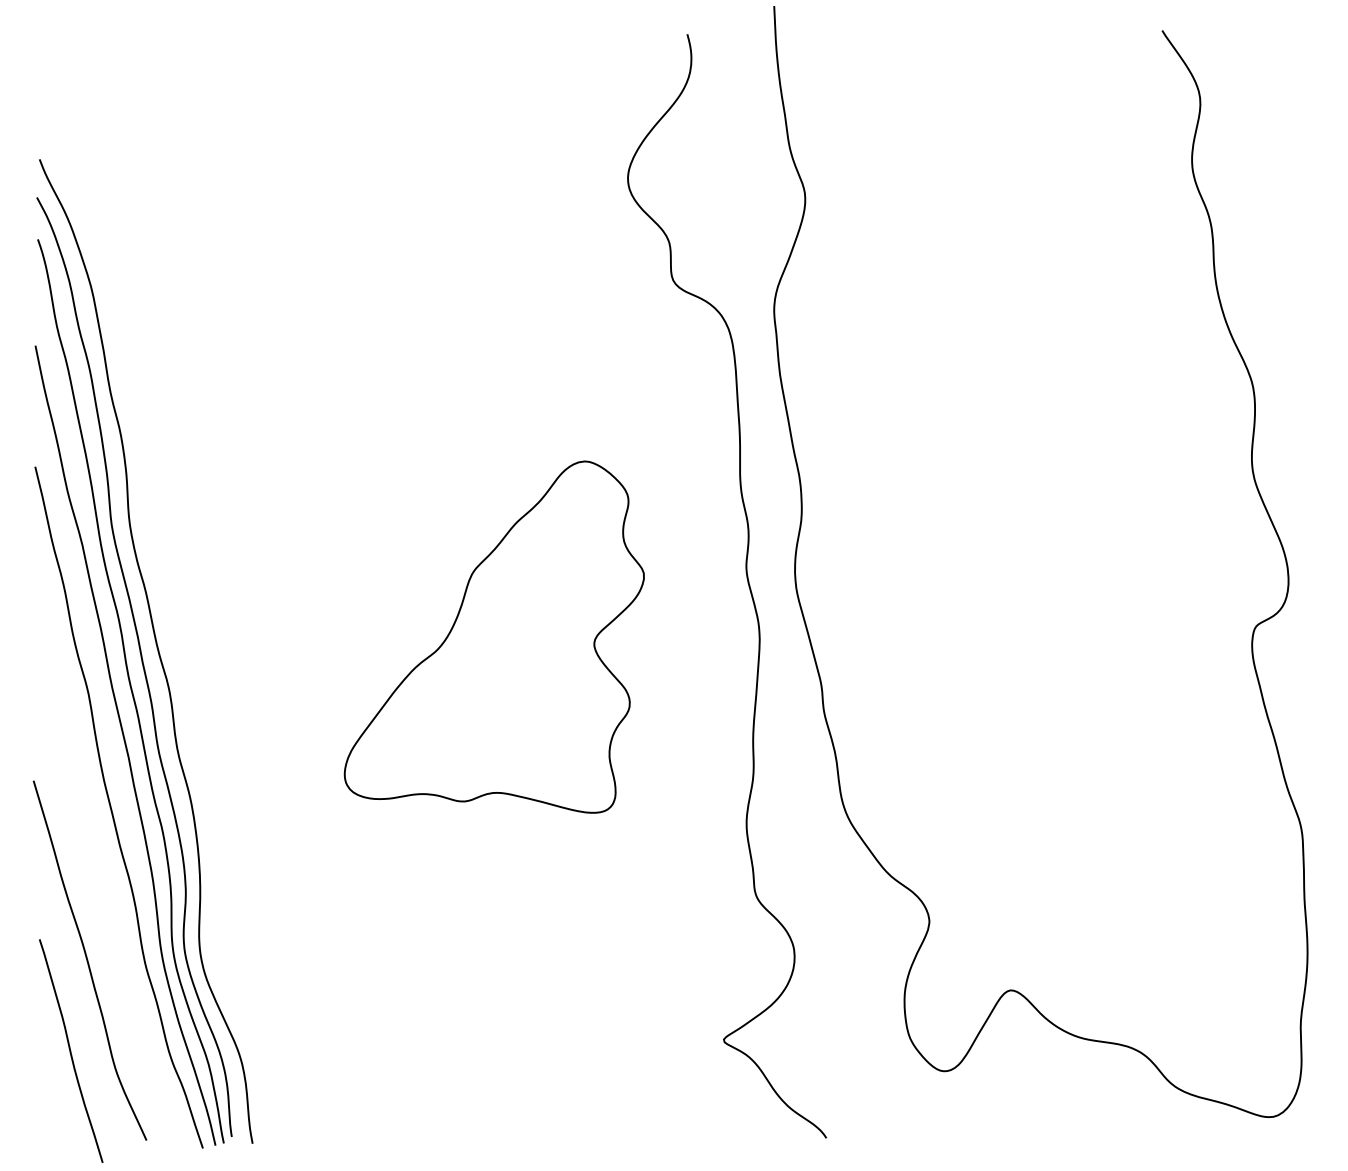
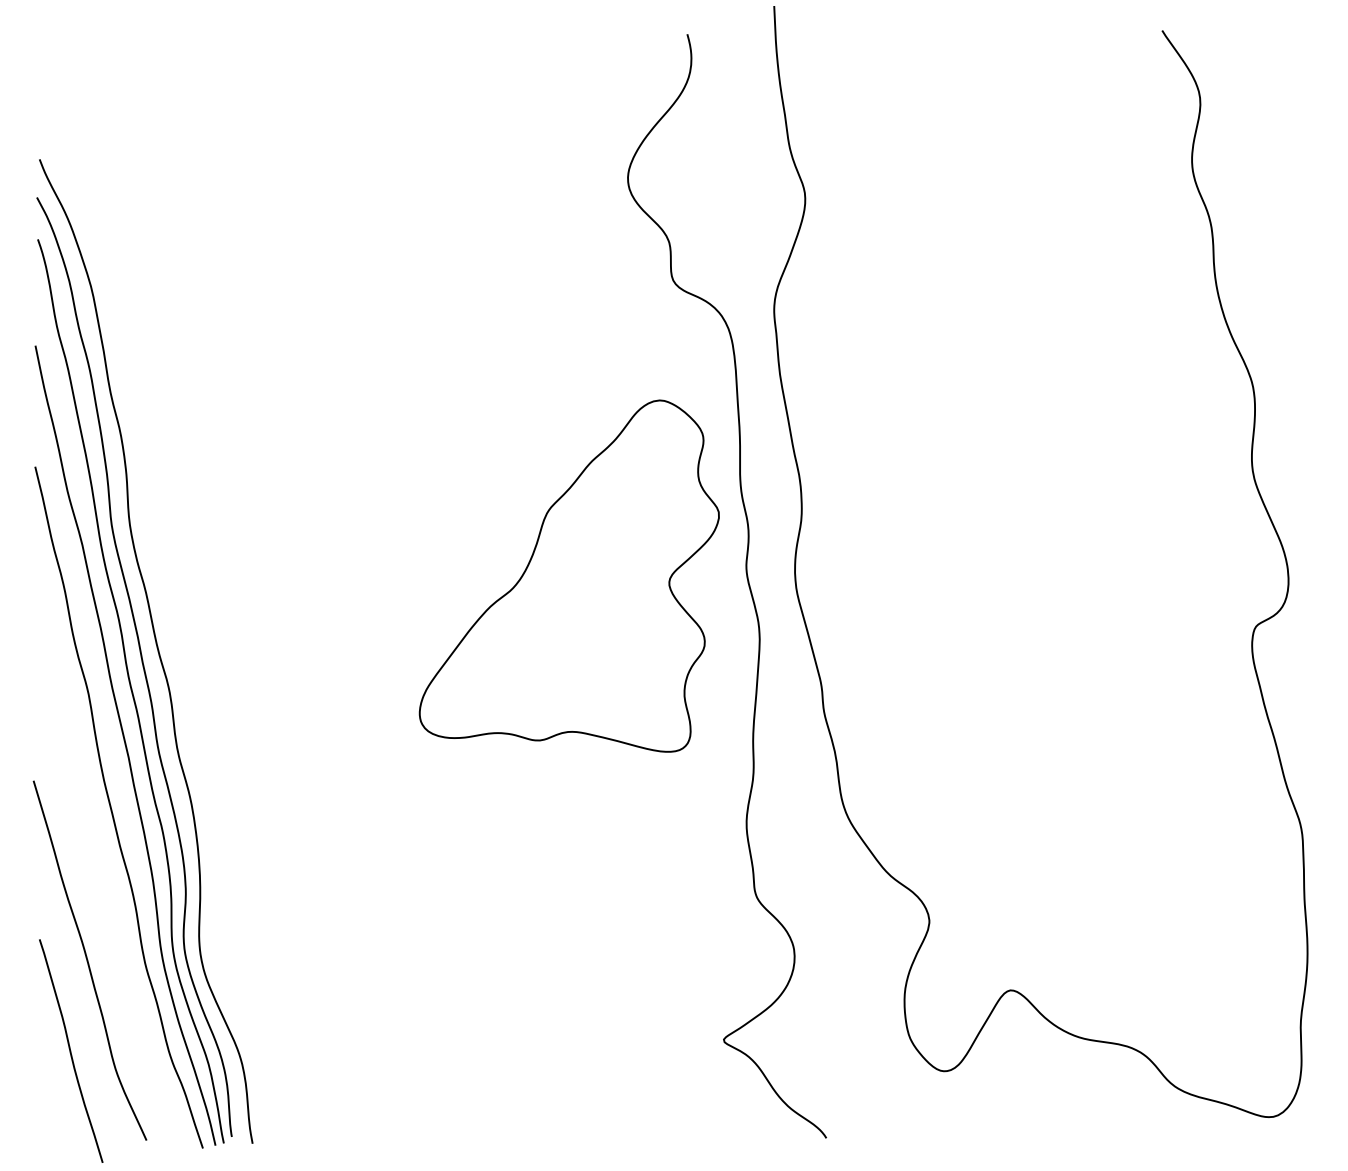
part at (493, 636) position: (493, 636) -> (568, 575)
